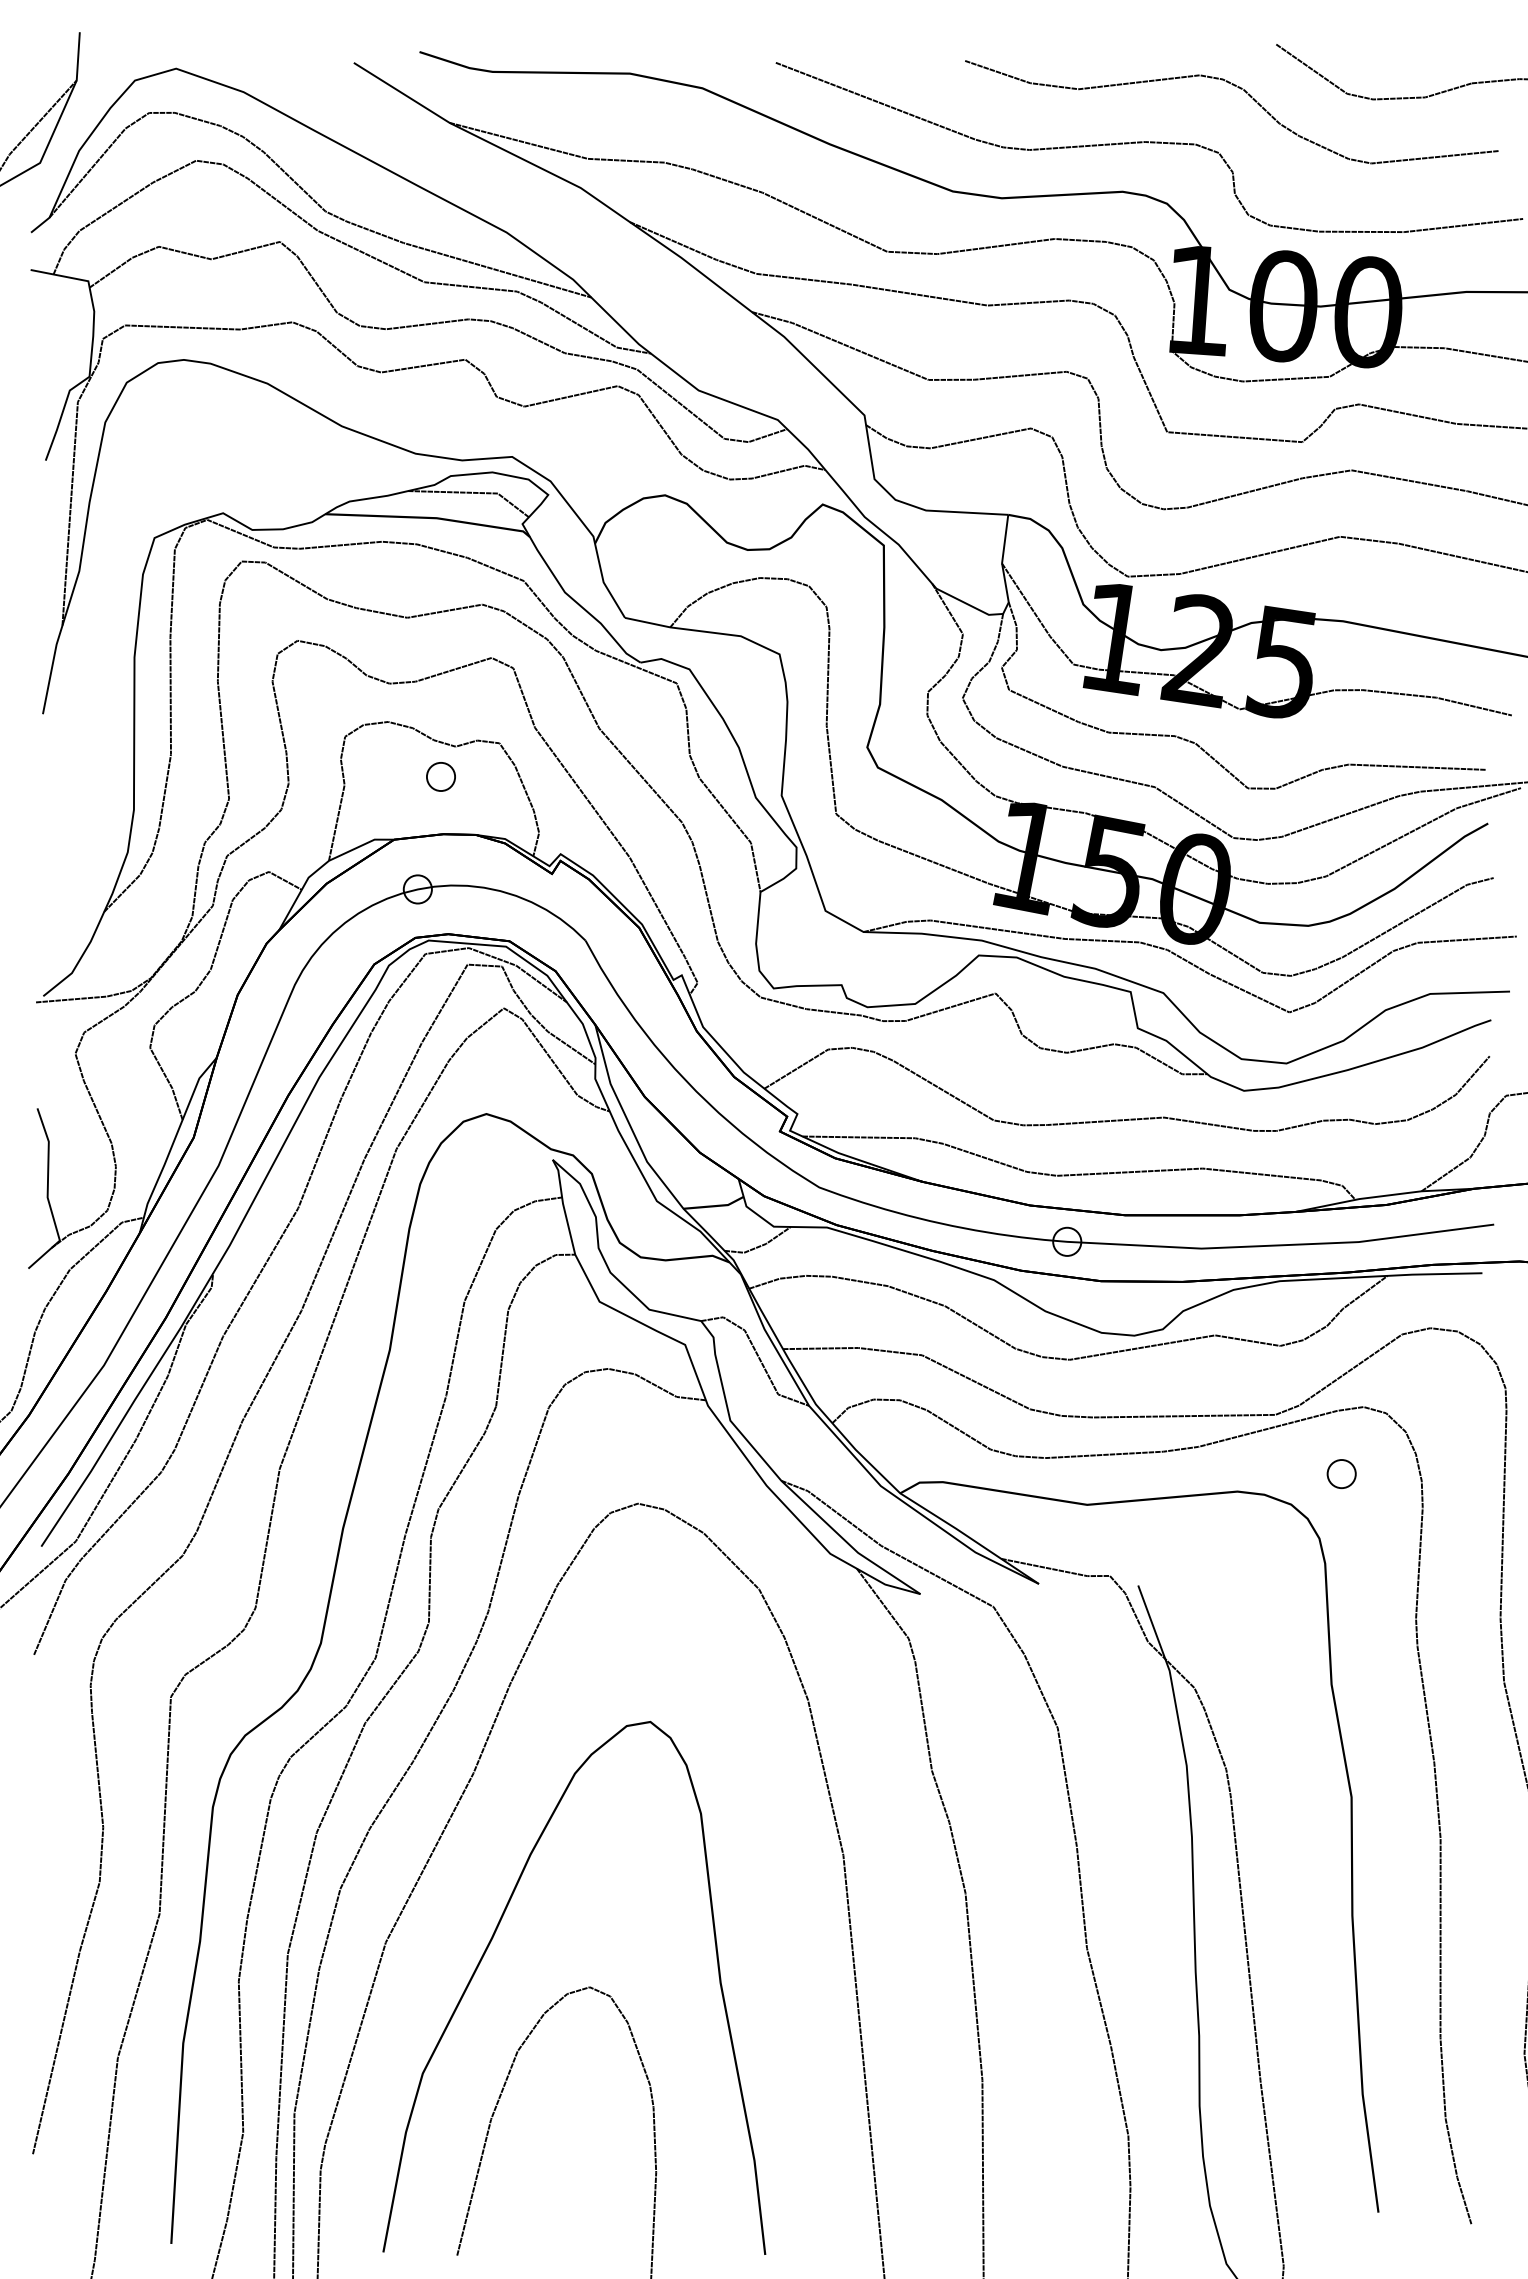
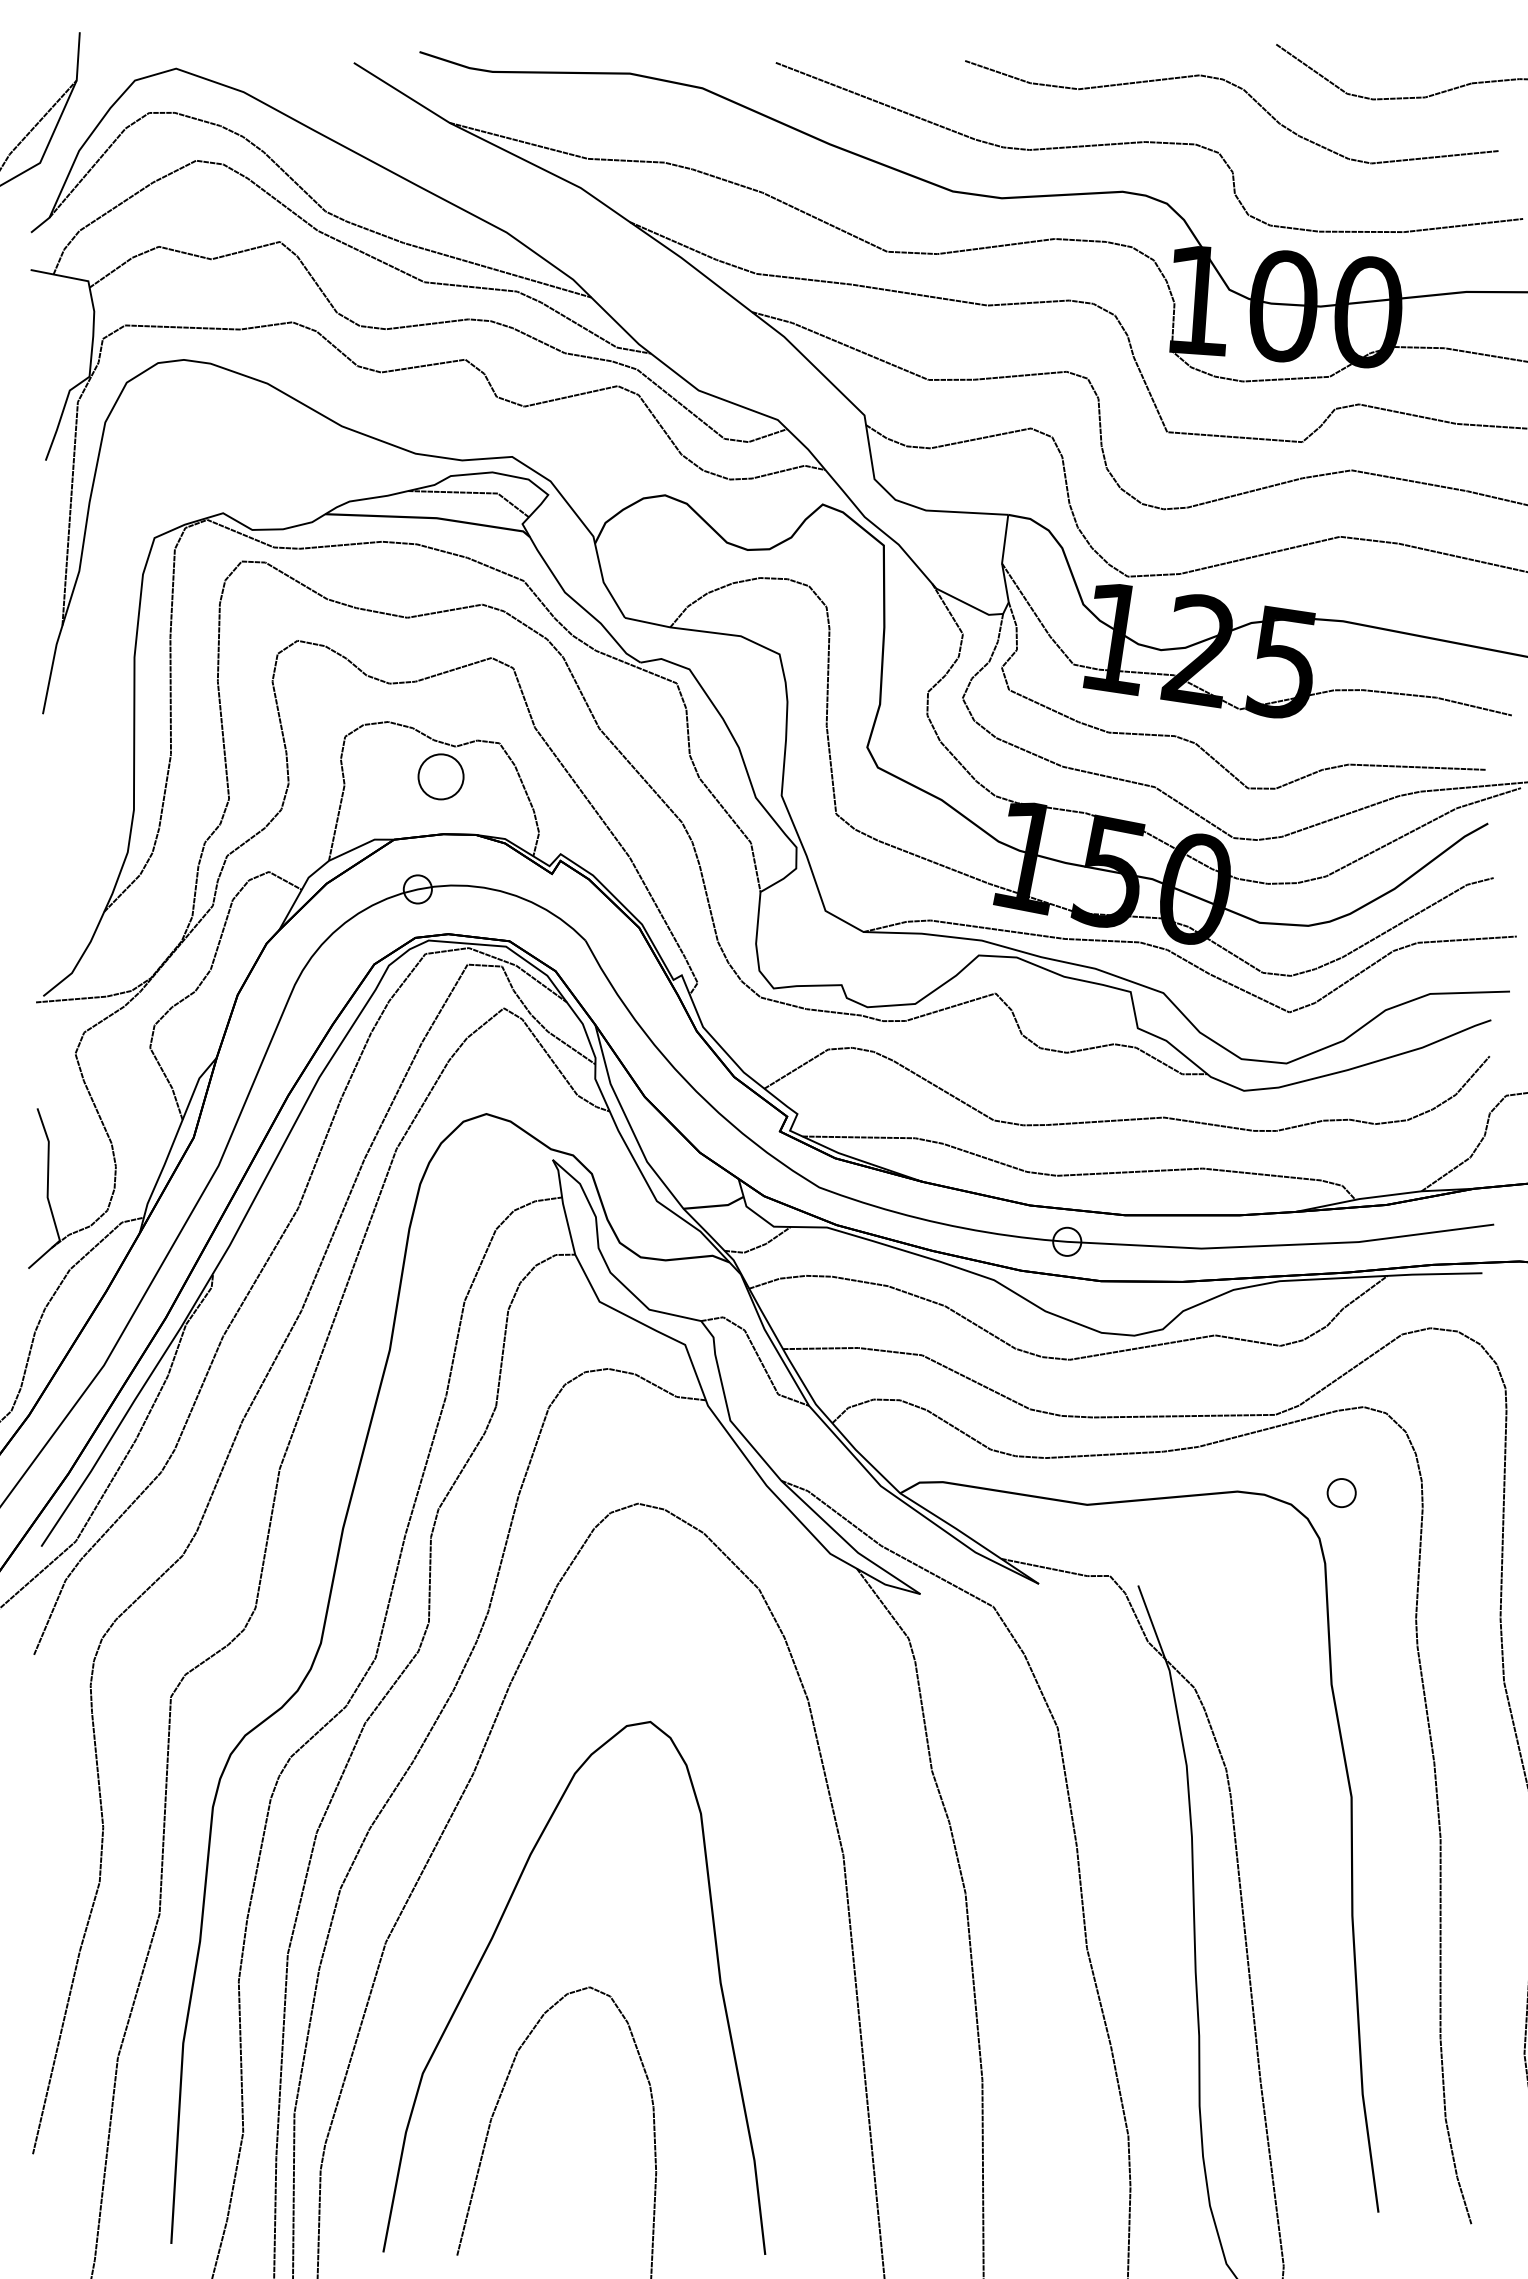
part at (440, 776) size: 30x30 px -> 48x48 px
part at (1341, 1474) position: (1341, 1474) -> (1341, 1493)
